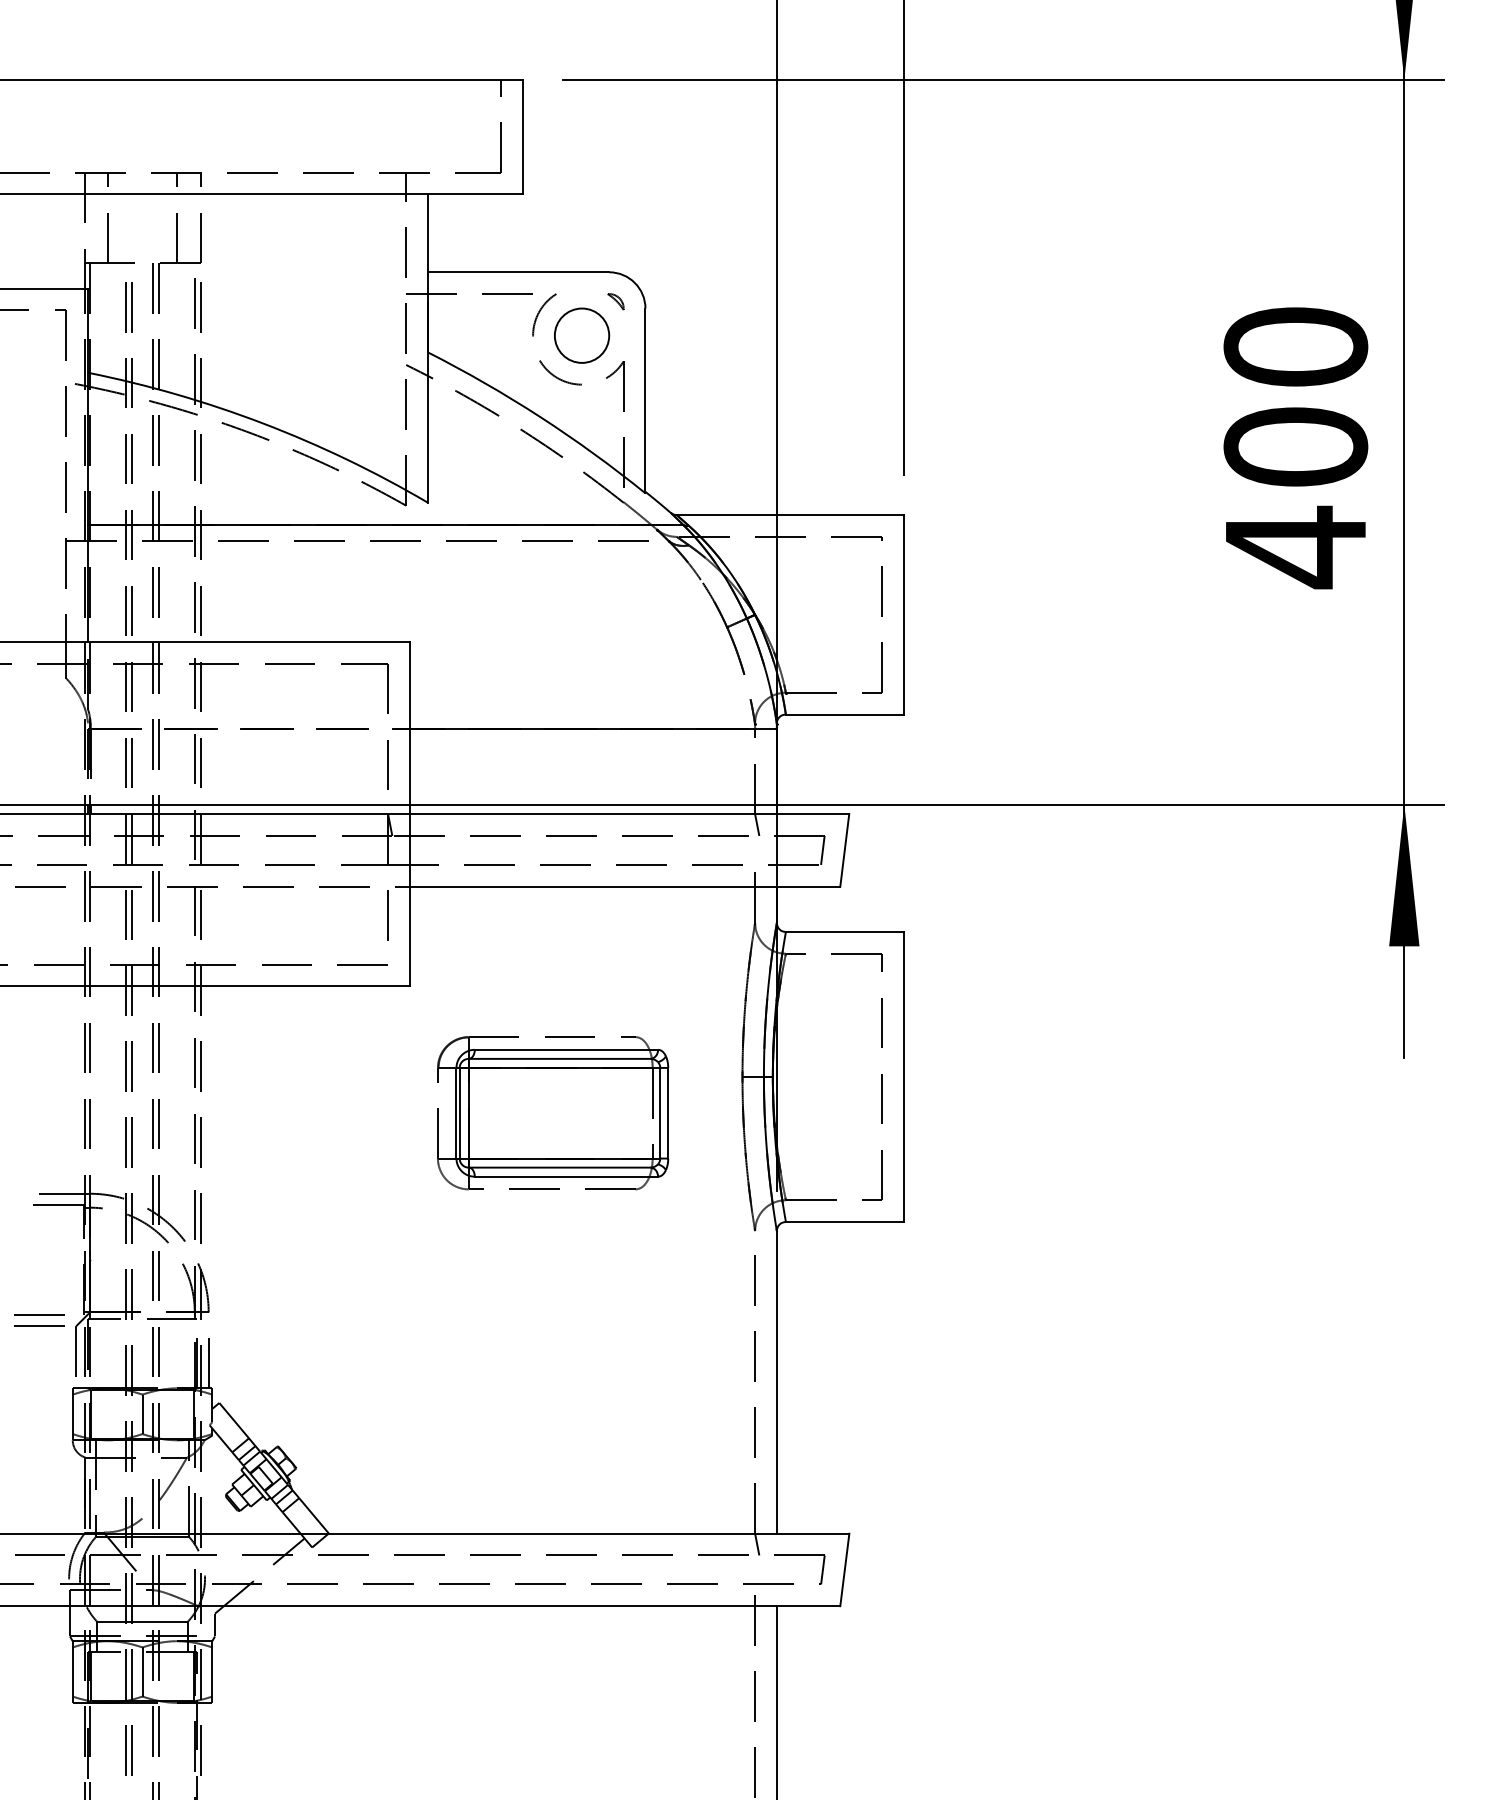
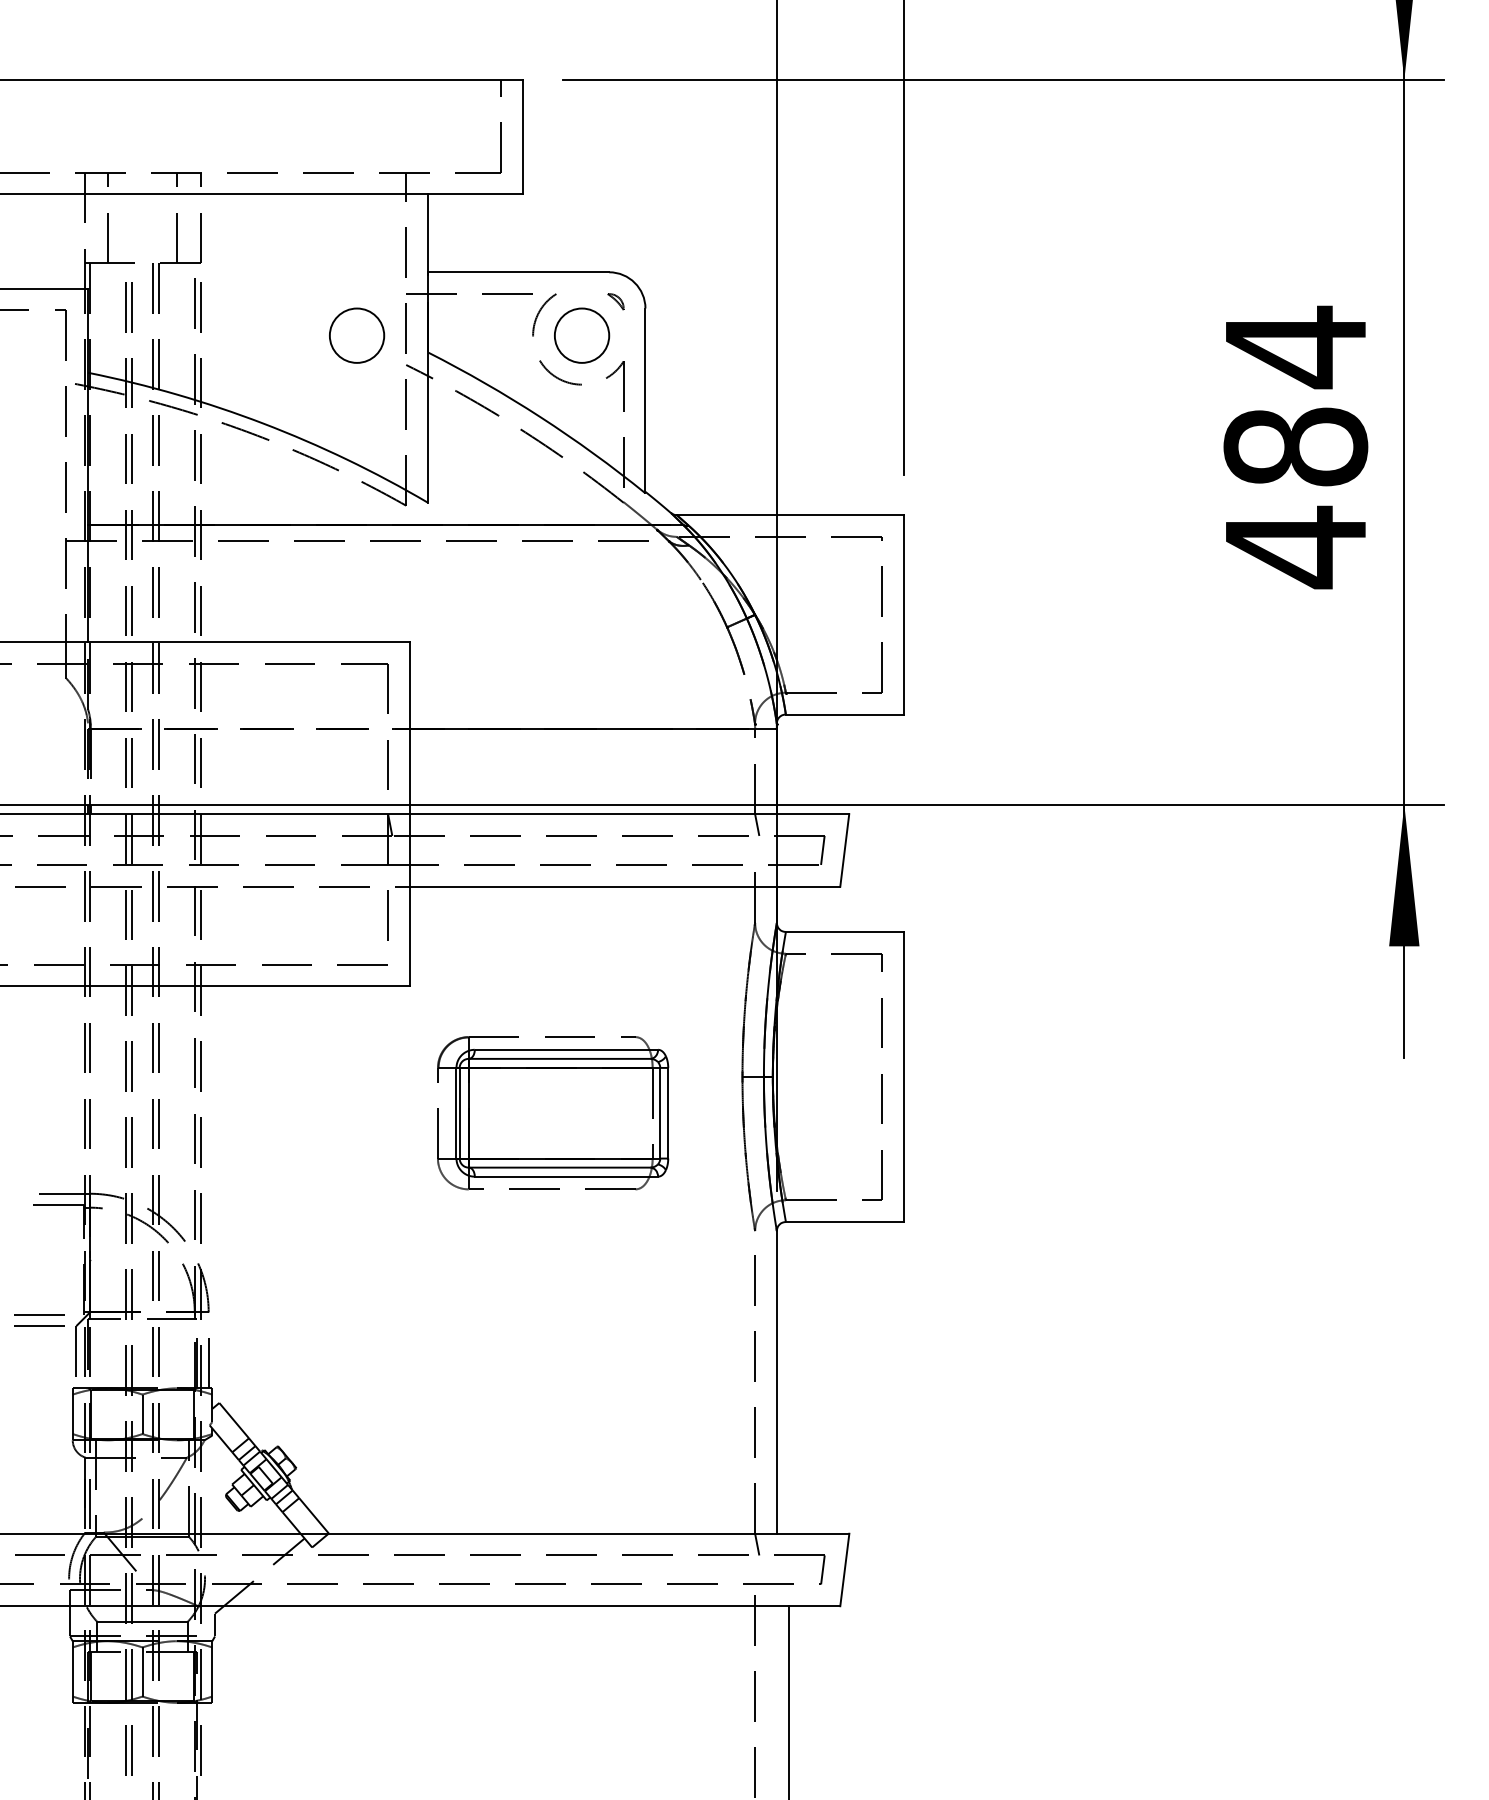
circle at (357, 335): none -> present
text at (1295, 395): 400 -> 484
line at (776, 1701) position: (776, 1701) -> (788, 1701)
